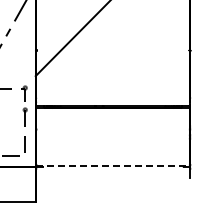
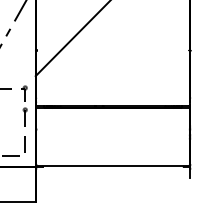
line at (113, 166): dashed -> solid
